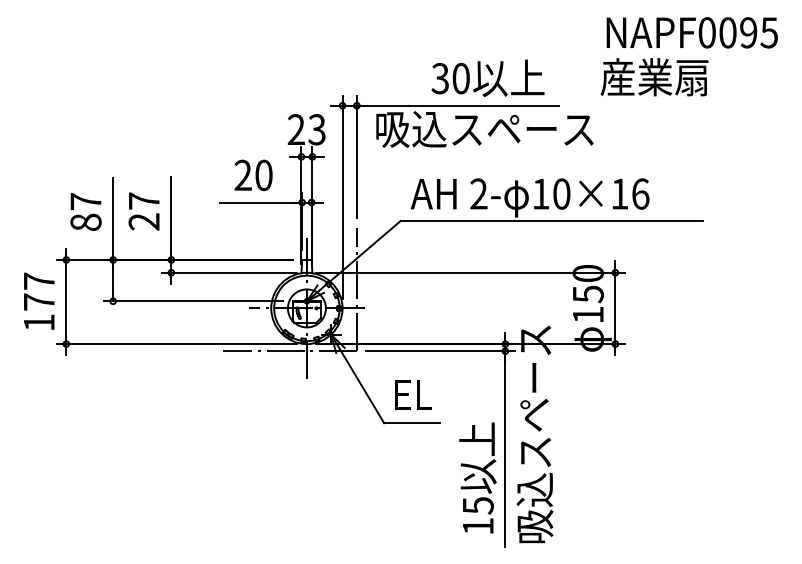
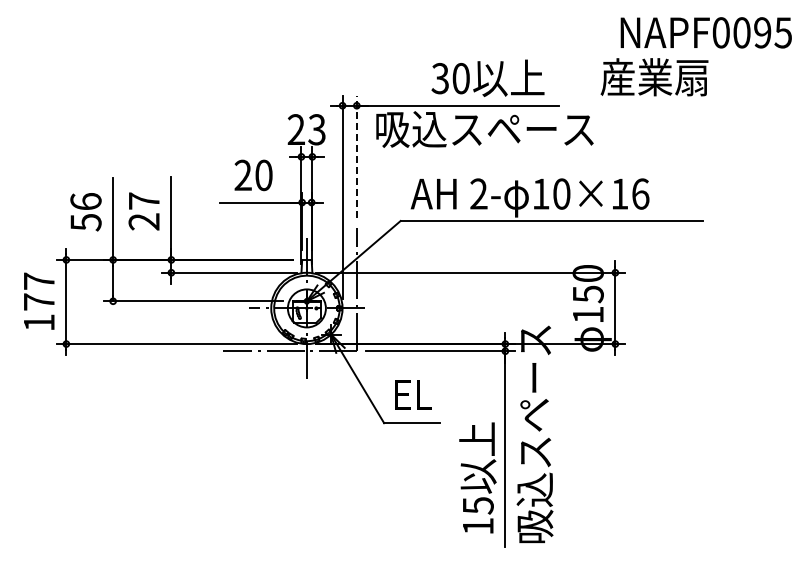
text at (691, 32) position: (691, 32) -> (705, 32)
line at (356, 156): solid -> dashed
text at (85, 212): 87 -> 56
